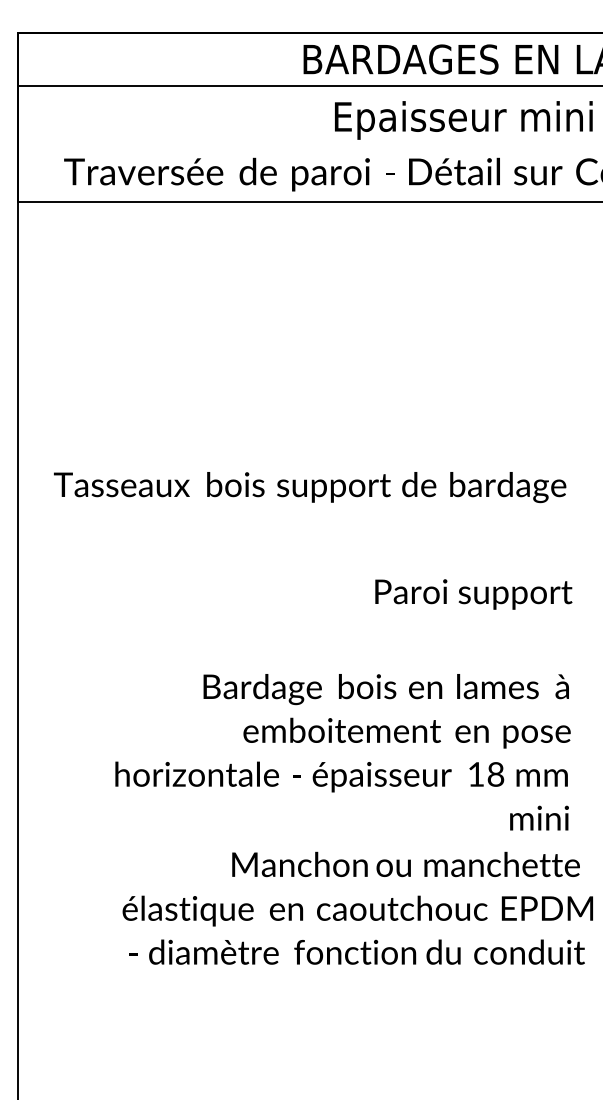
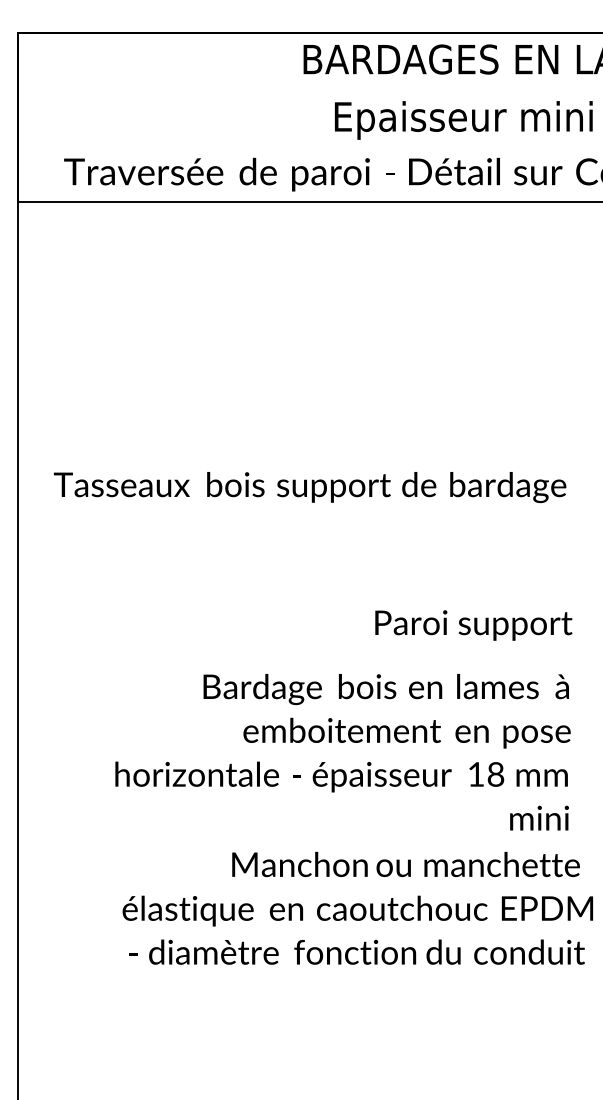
line at (308, 86): present -> none
text at (473, 594) position: (473, 594) -> (473, 625)
